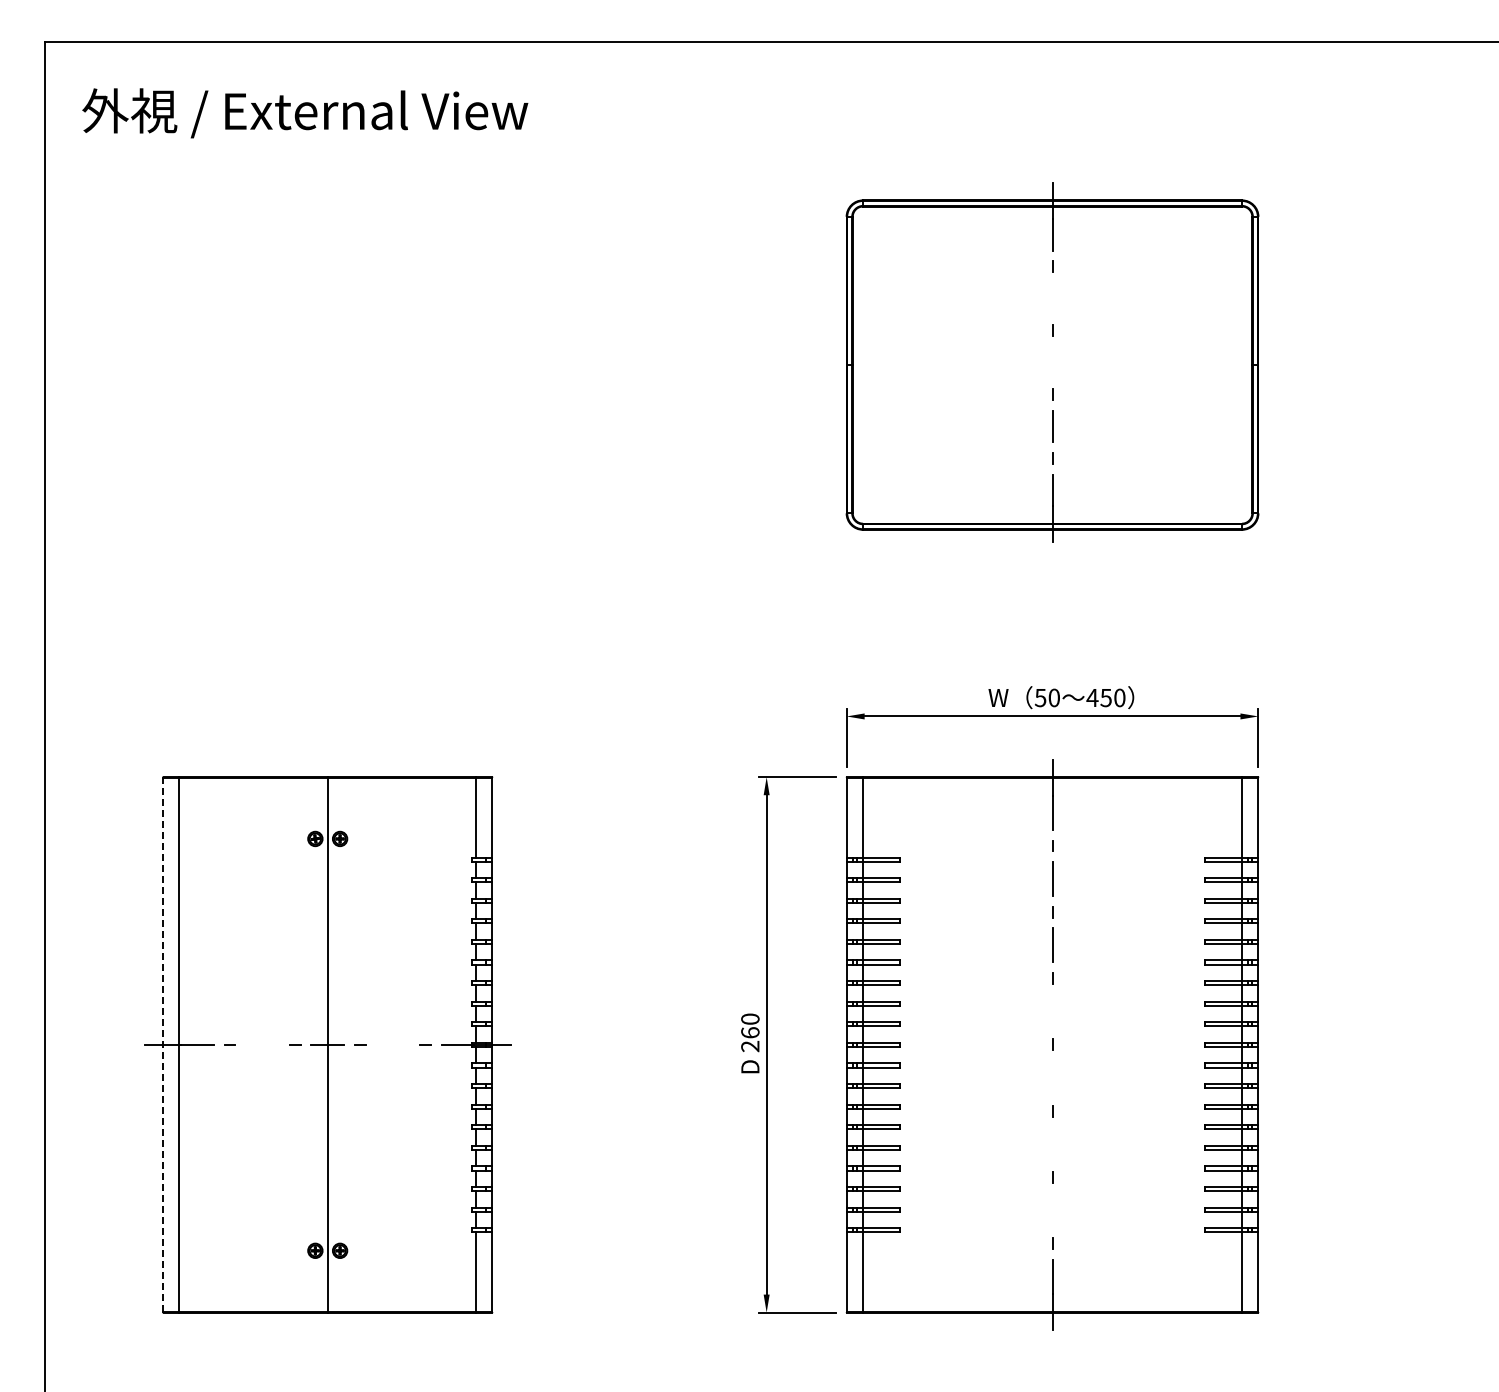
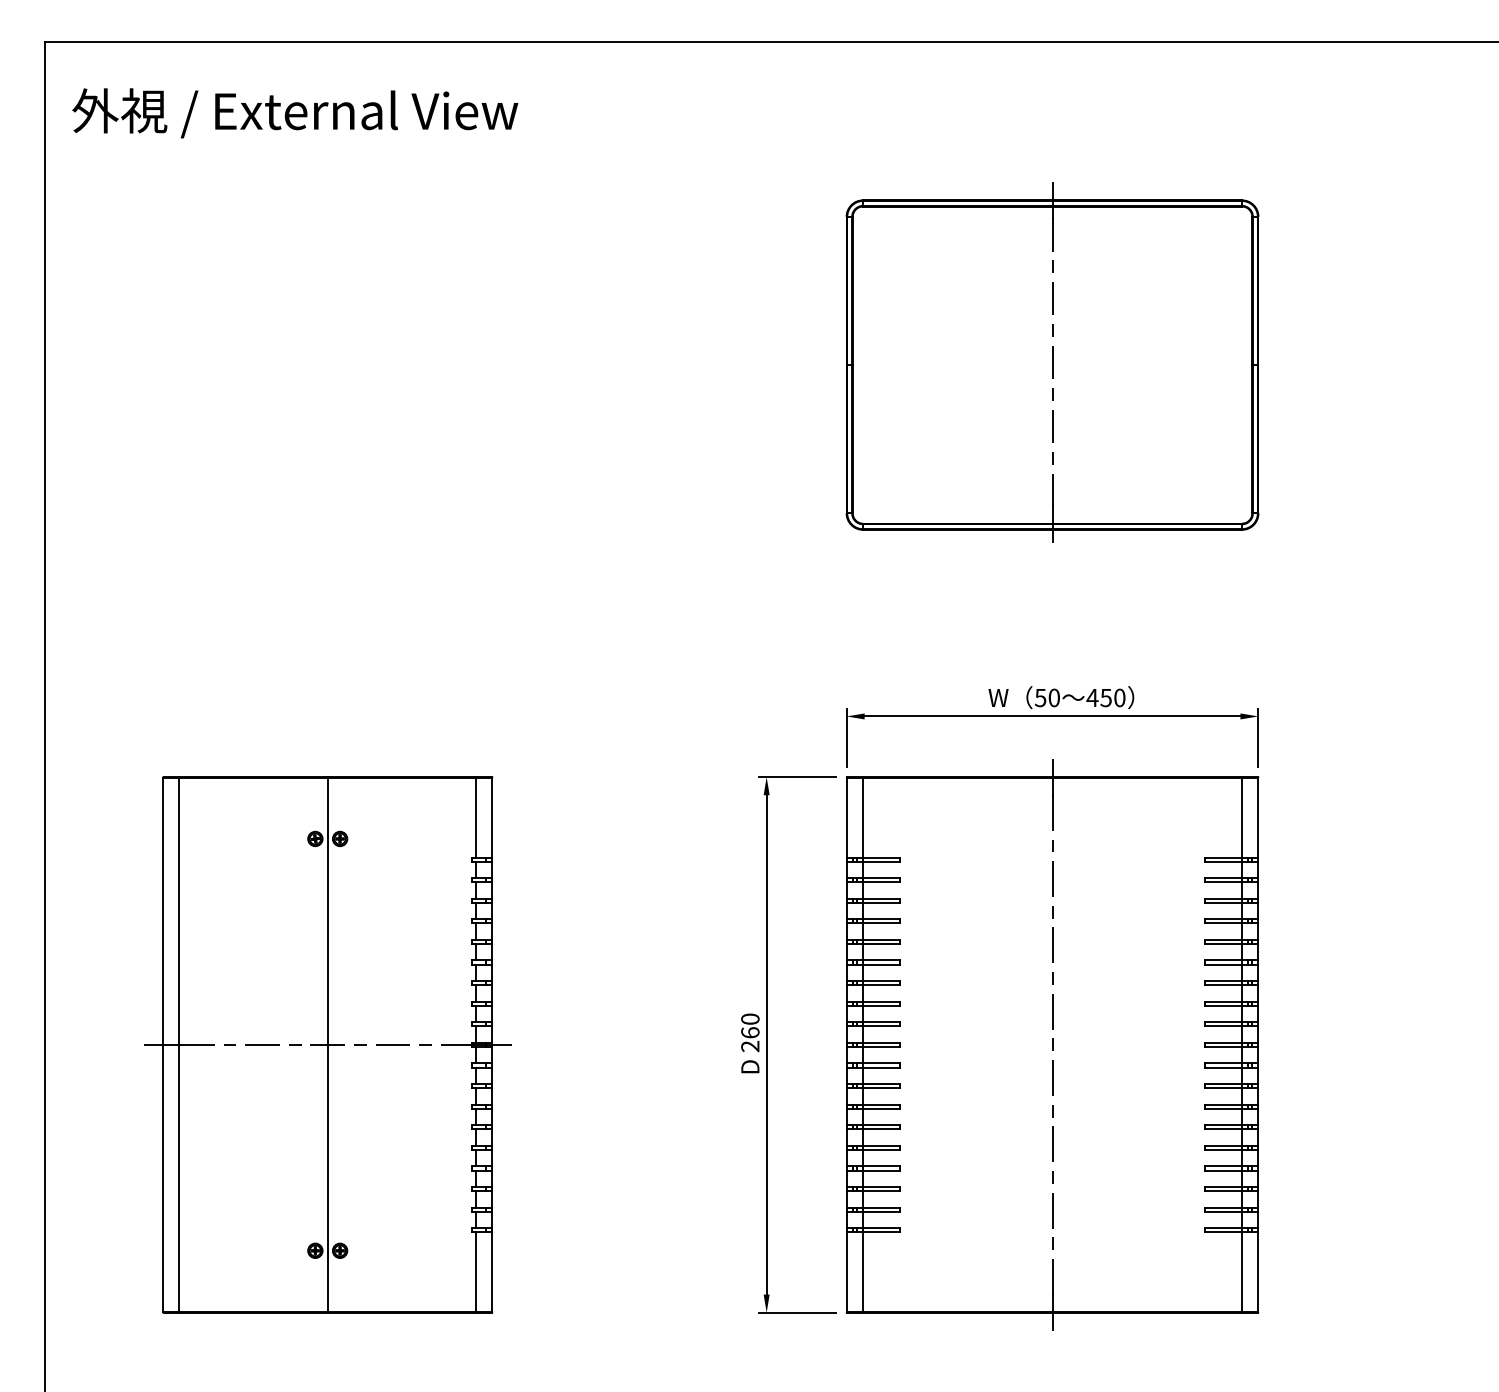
text at (305, 113) position: (305, 113) -> (295, 113)
line at (1052, 298): none -> present
line at (1052, 362): none -> present
line at (1052, 1011): none -> present
line at (163, 1044): dashed -> solid
line at (262, 1044): none -> present
line at (392, 1044): none -> present
line at (1052, 1077): none -> present
line at (1052, 1144): none -> present
line at (1052, 1210): none -> present
